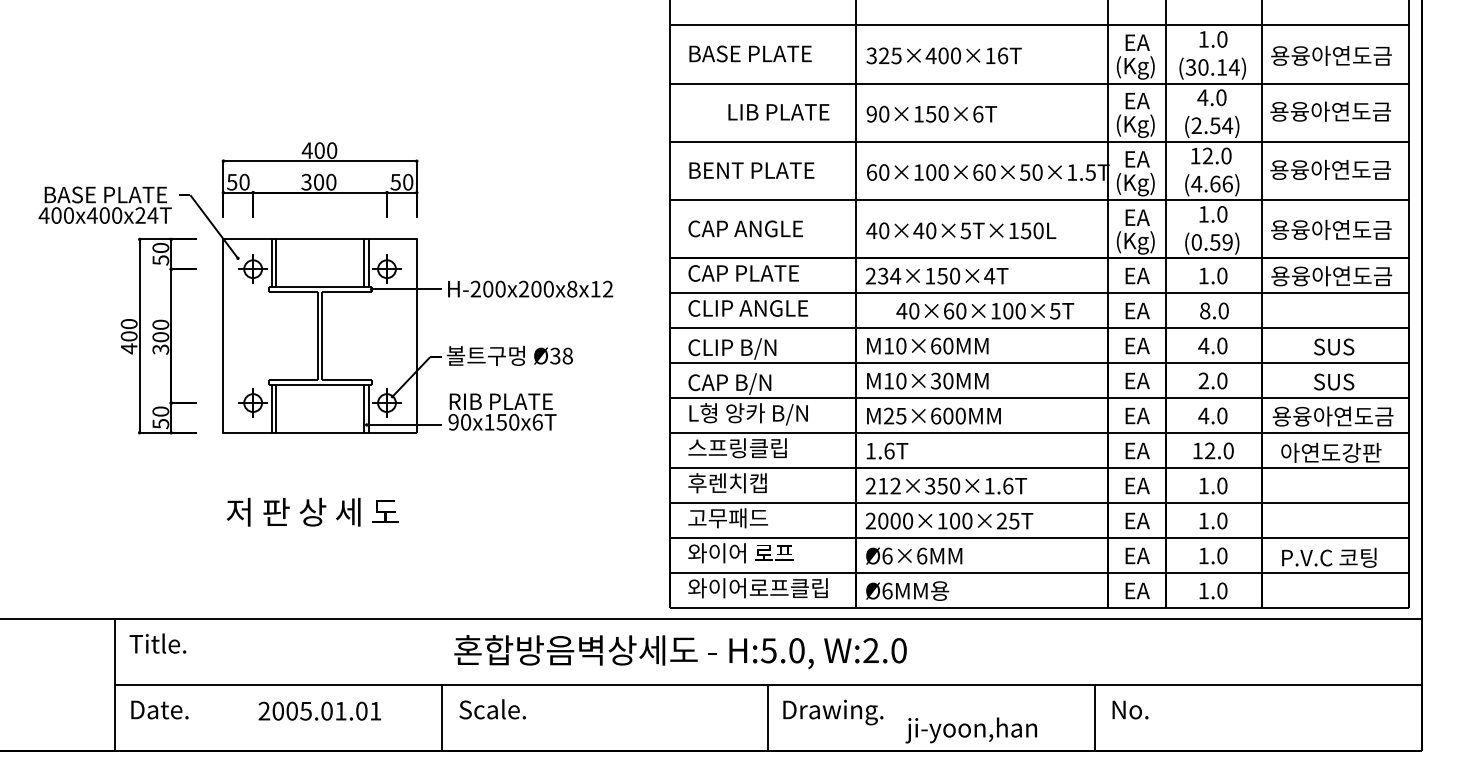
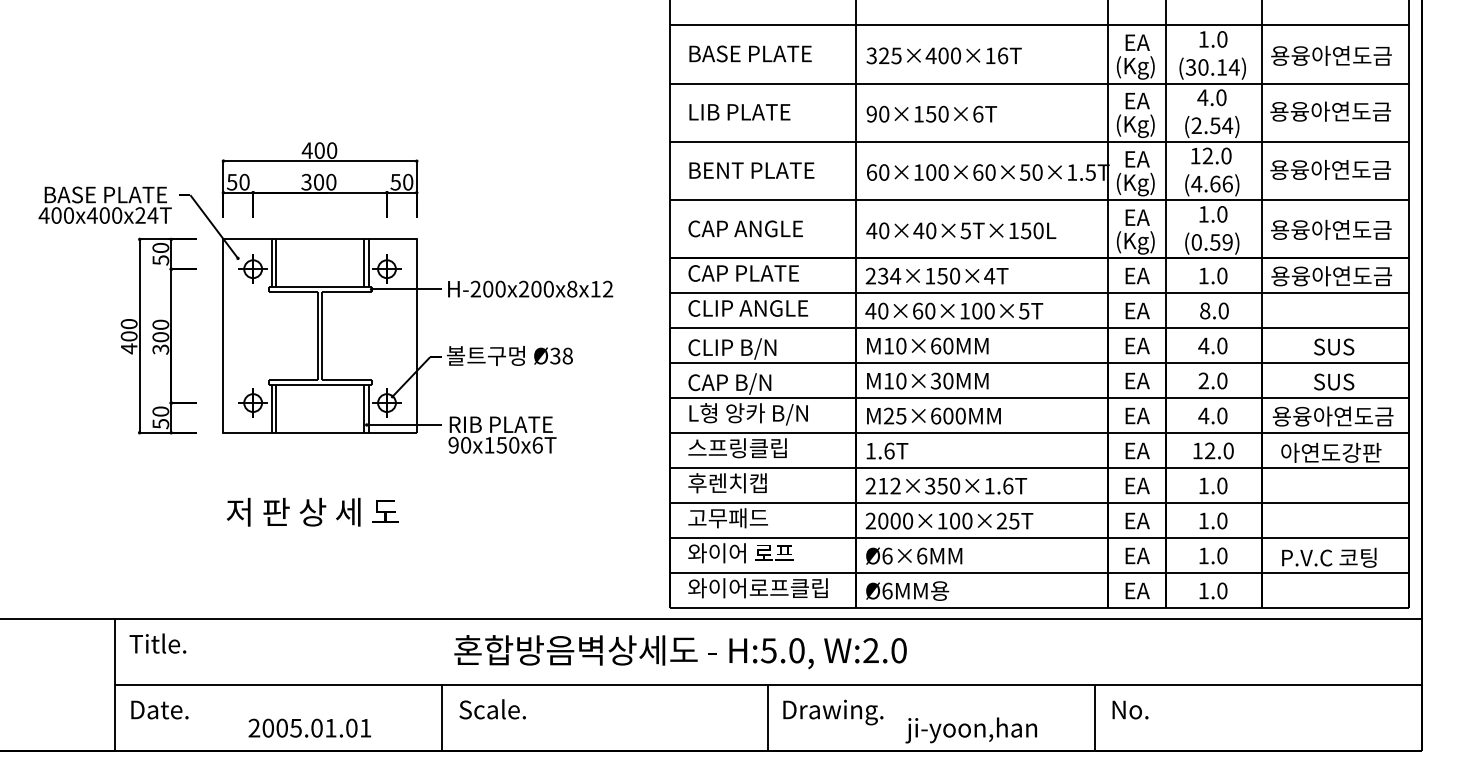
text at (778, 112) position: (778, 112) -> (739, 112)
text at (985, 310) position: (985, 310) -> (954, 310)
text at (502, 411) position: (502, 411) -> (502, 434)
text at (319, 710) position: (319, 710) -> (309, 727)
